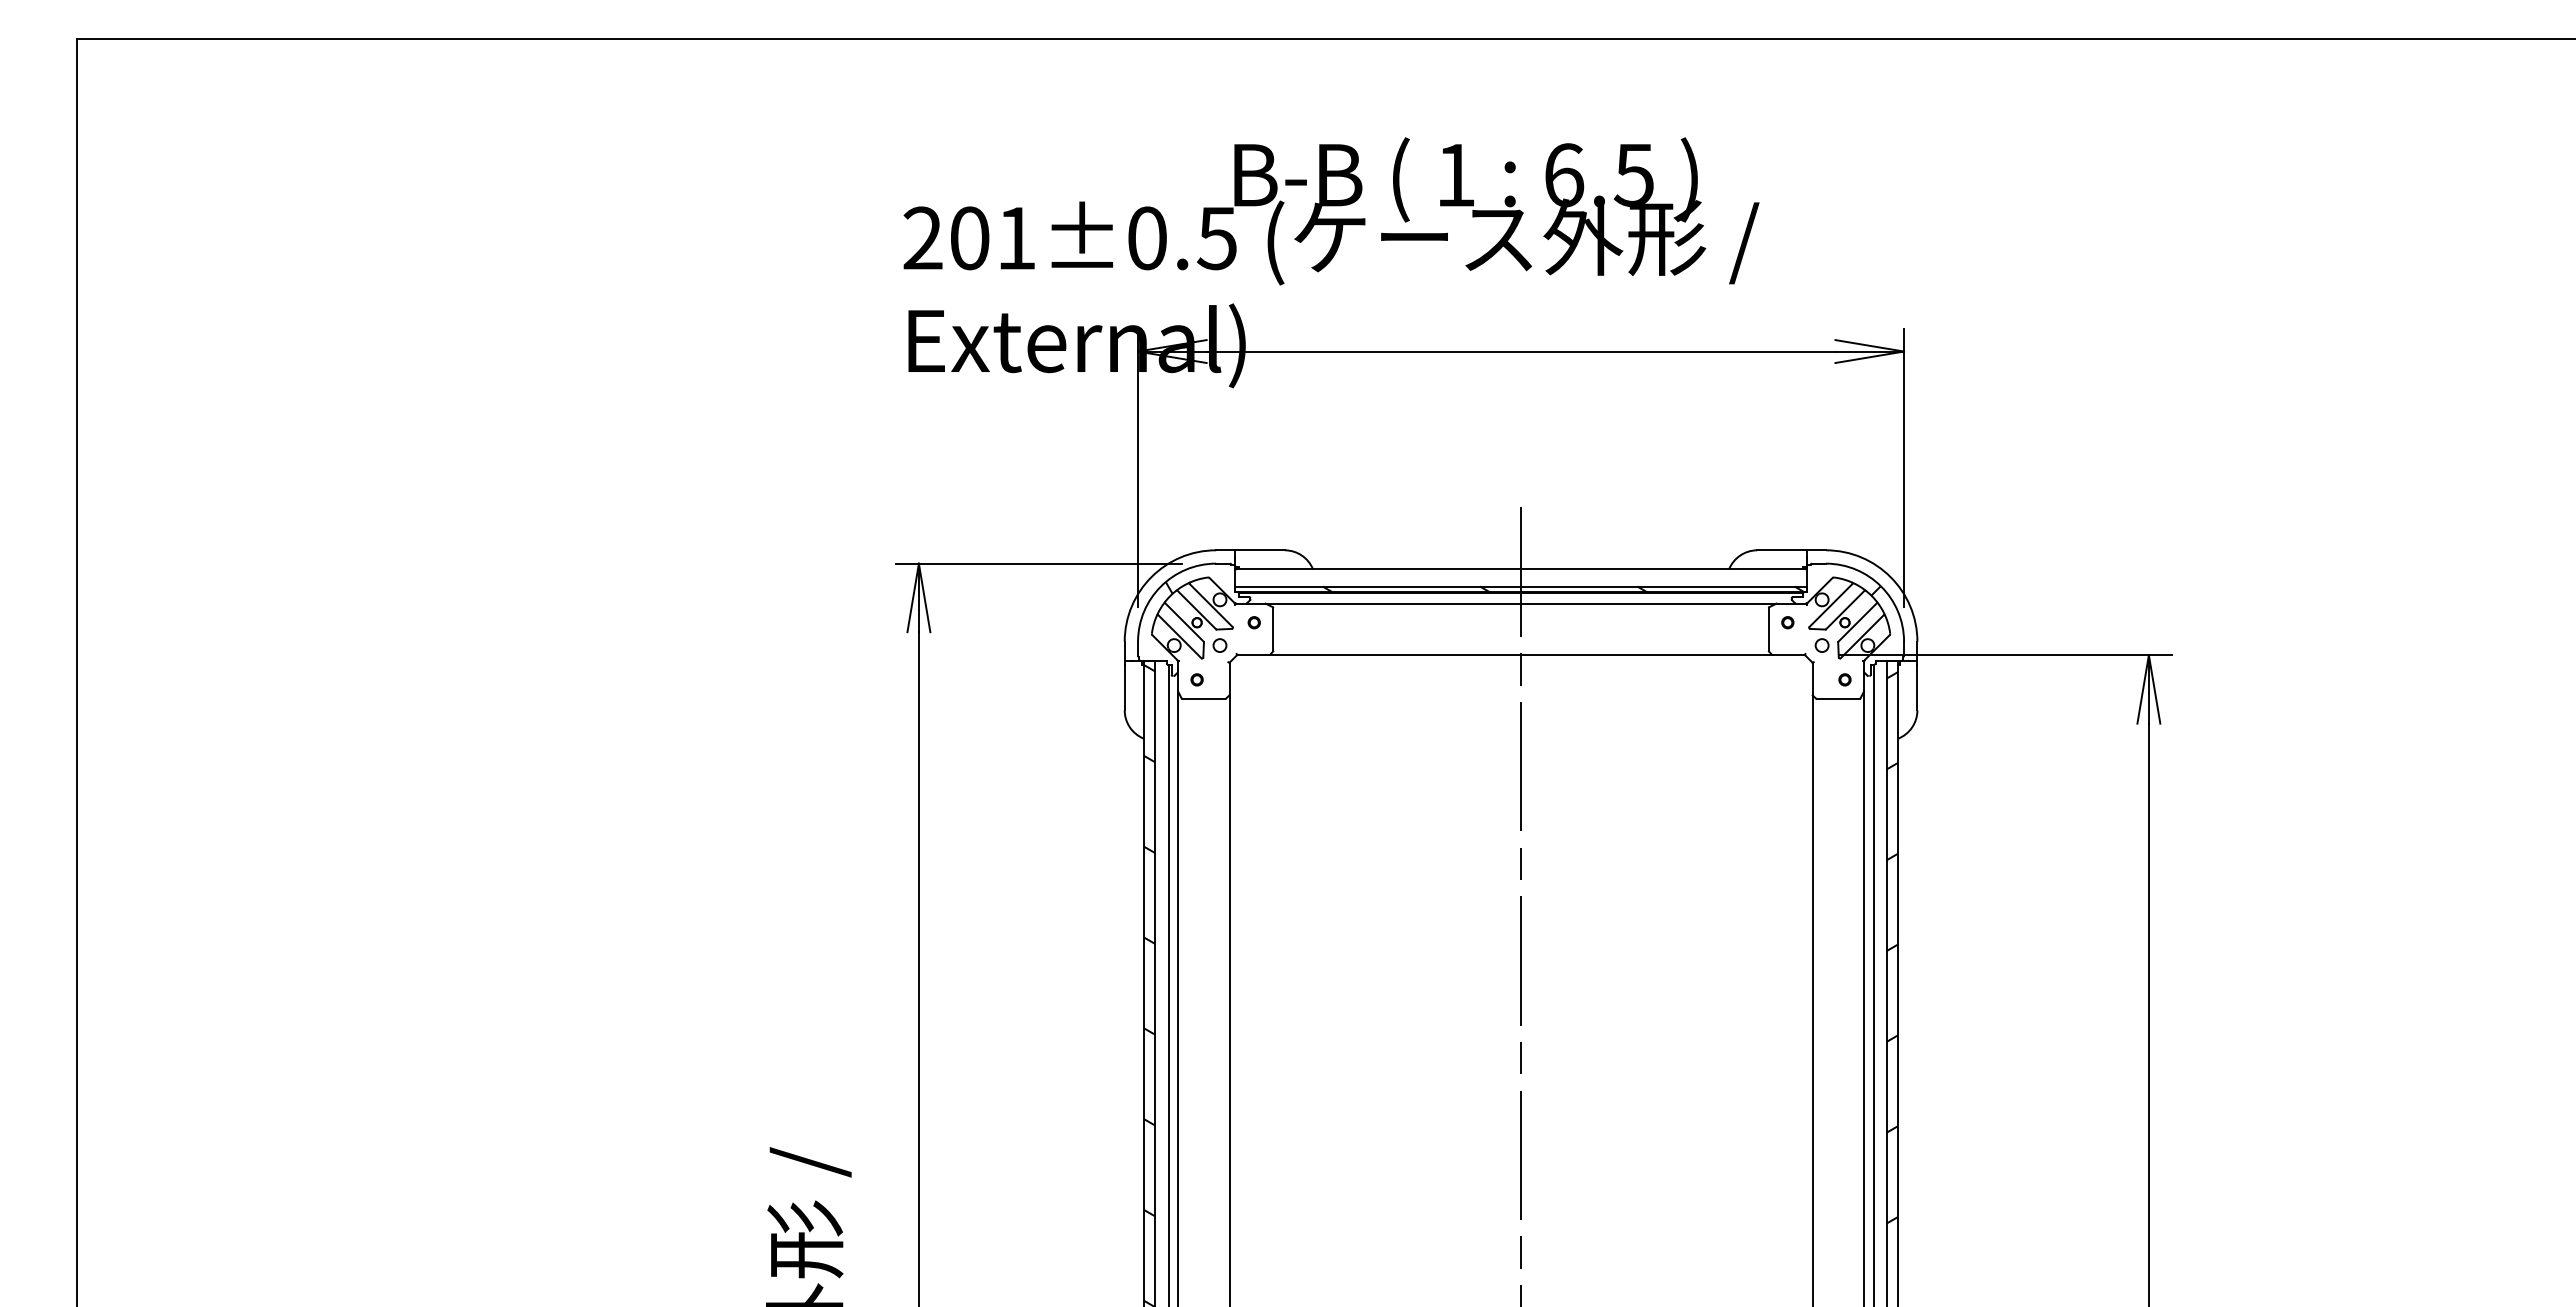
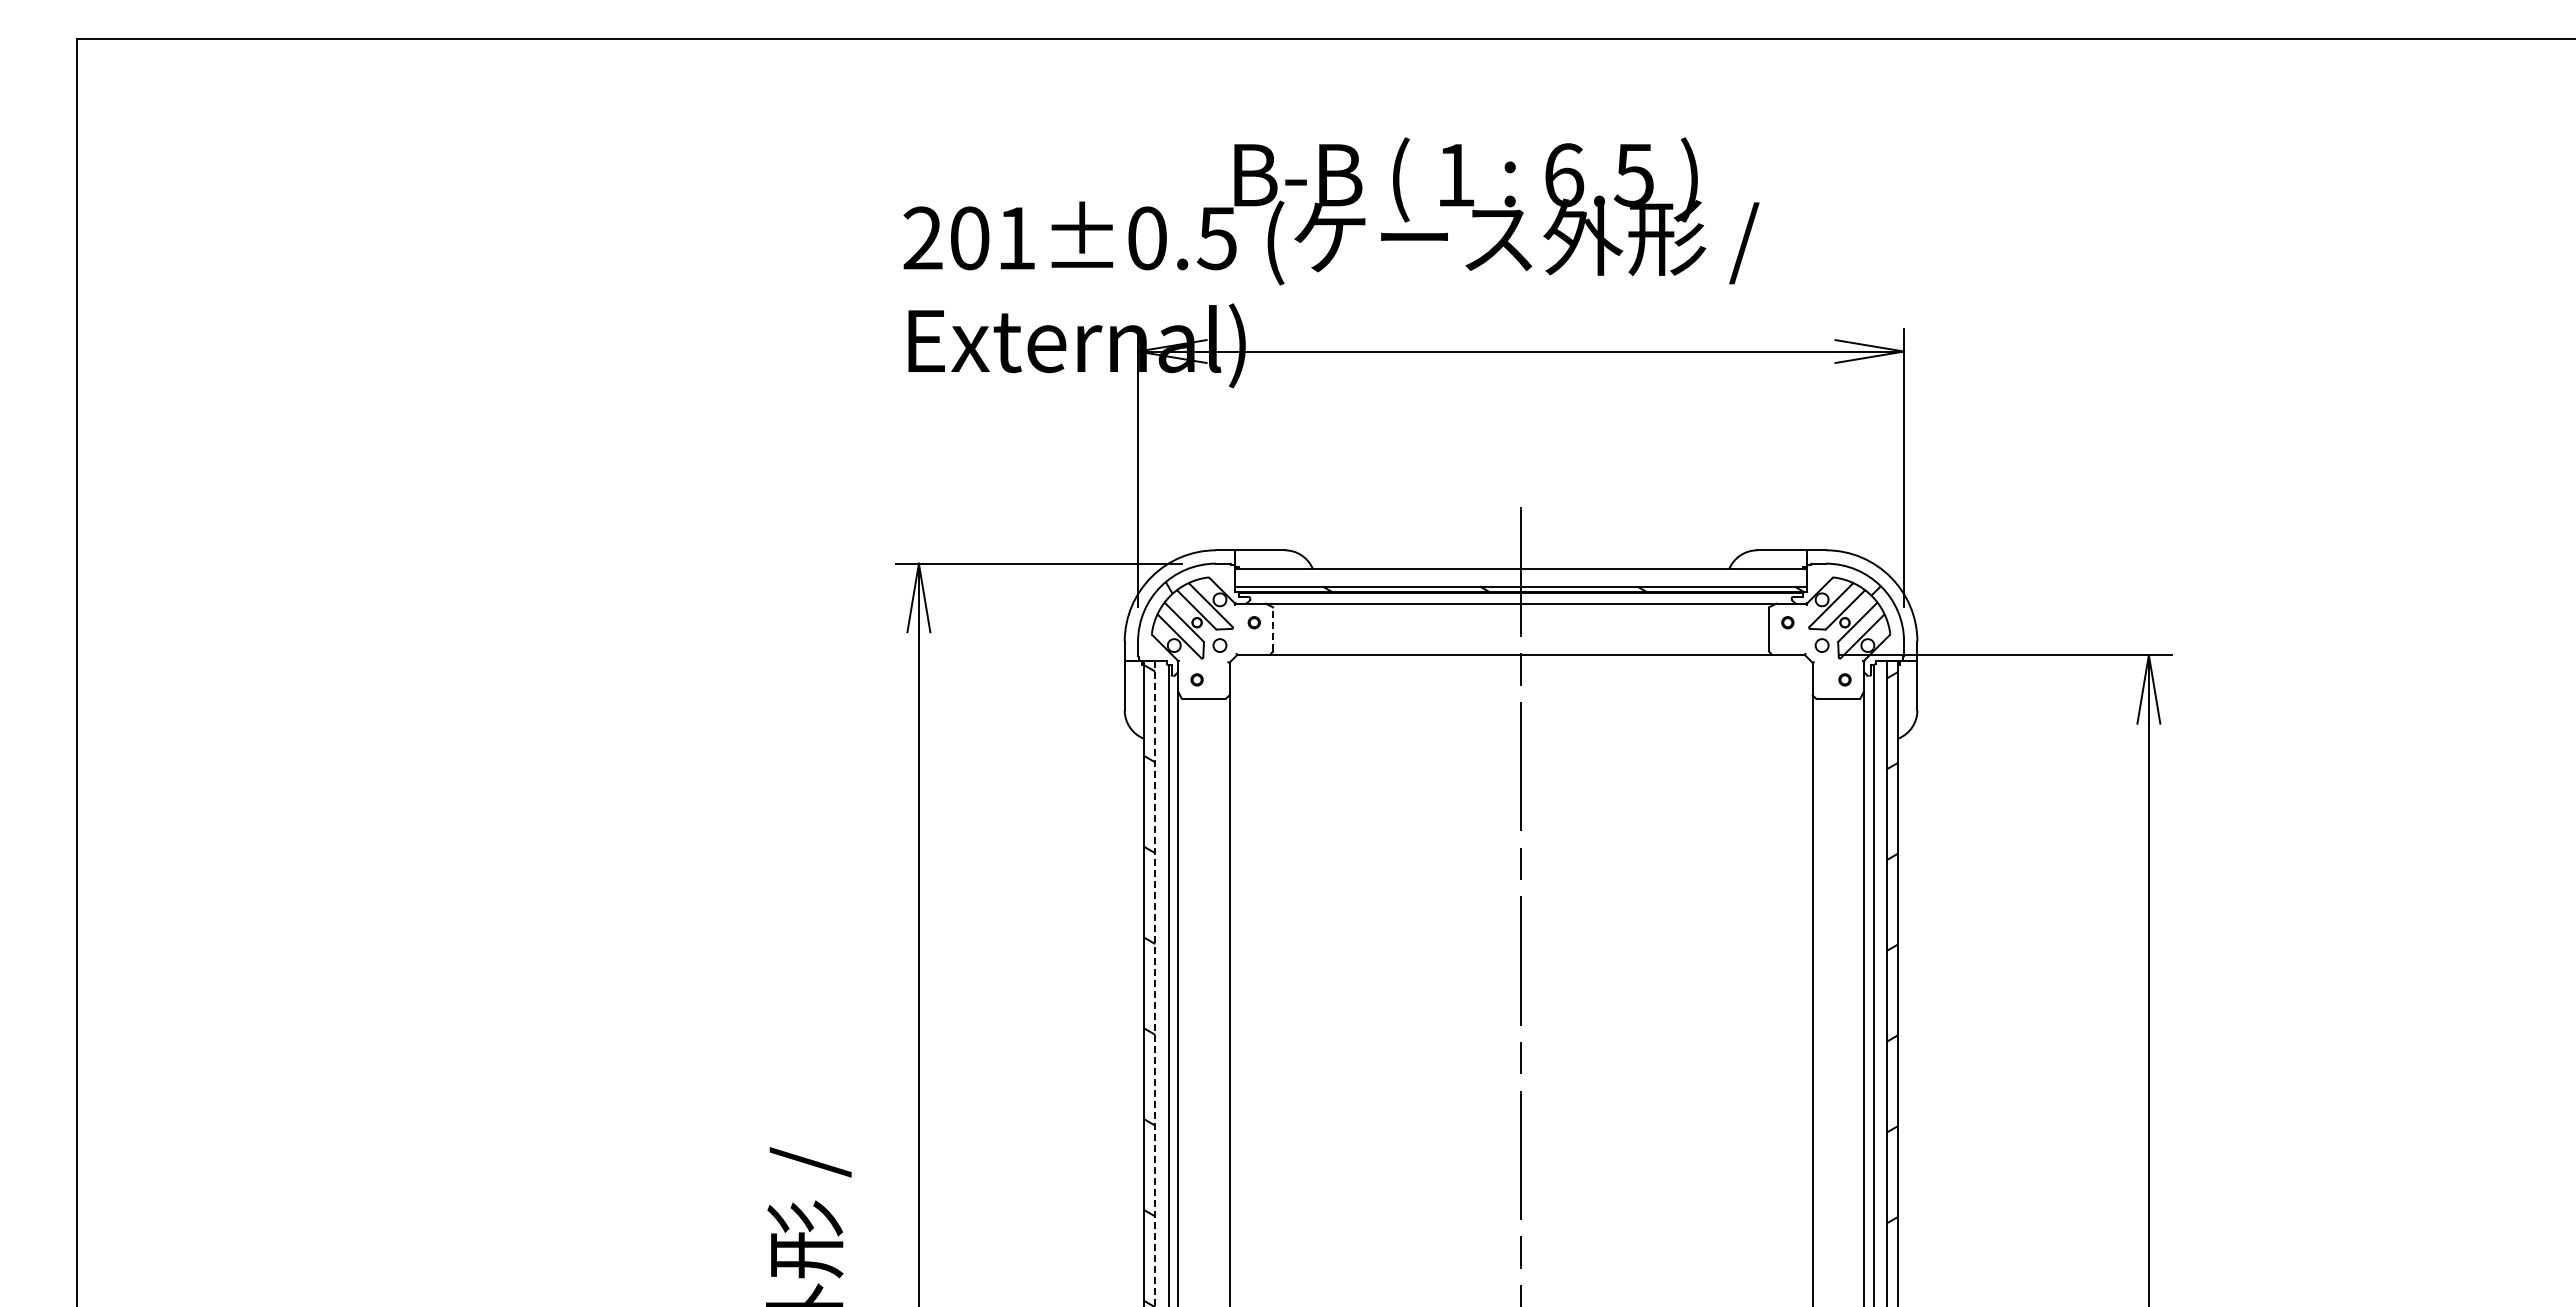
line at (1273, 629): solid -> dashed
line at (1155, 983): solid -> dashed
